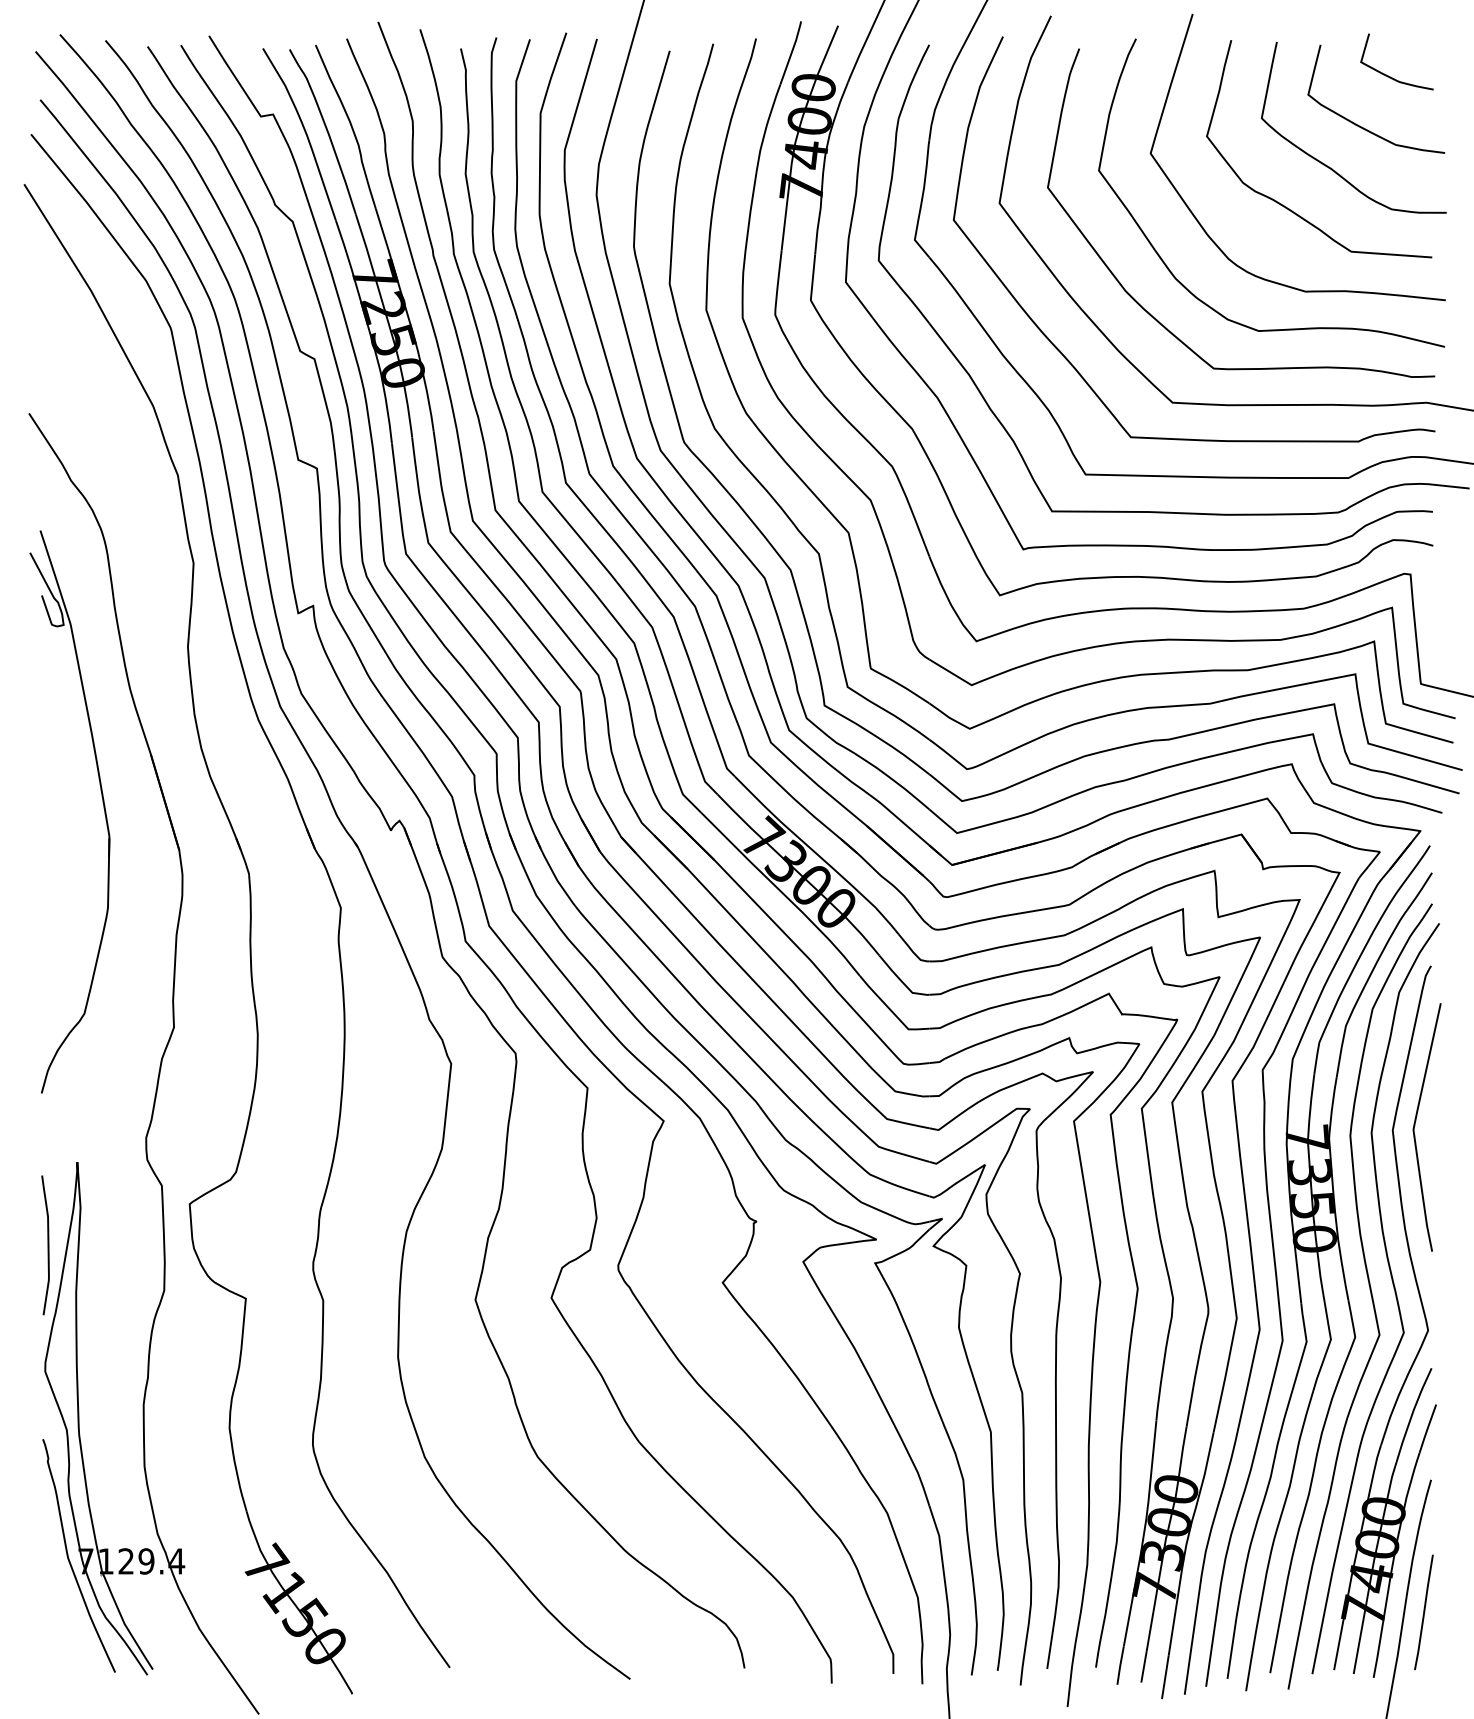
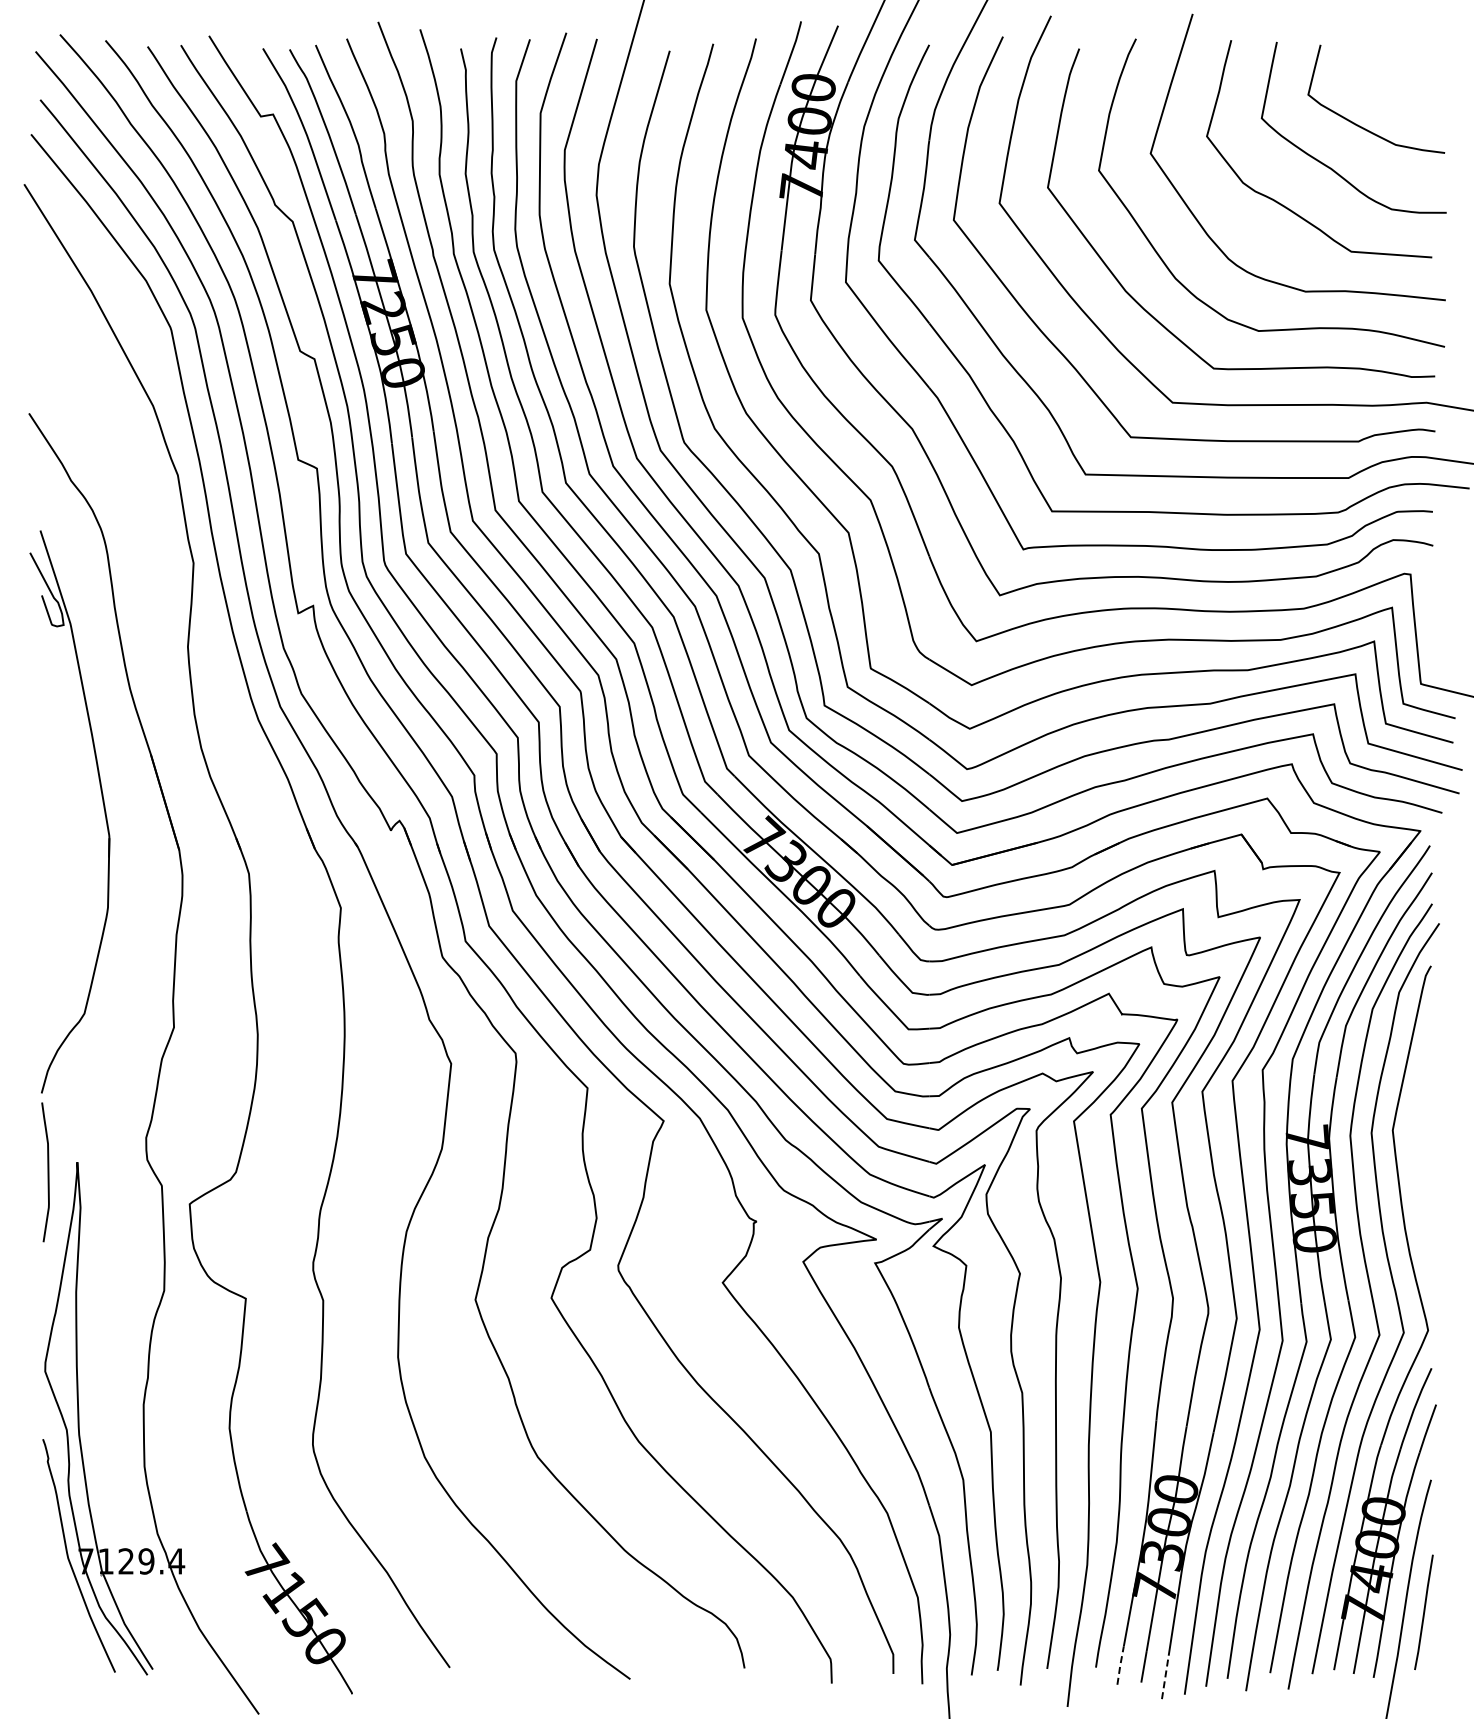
curve at (1388, 75): present -> none
curve at (1415, 1126): present -> none
curve at (47, 1245) position: (47, 1245) -> (47, 1172)
line at (1120, 1665): solid -> dashed
line at (1165, 1677): solid -> dashed
